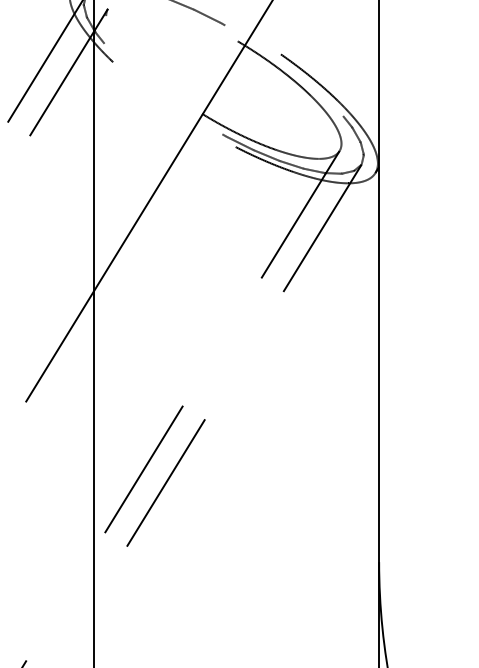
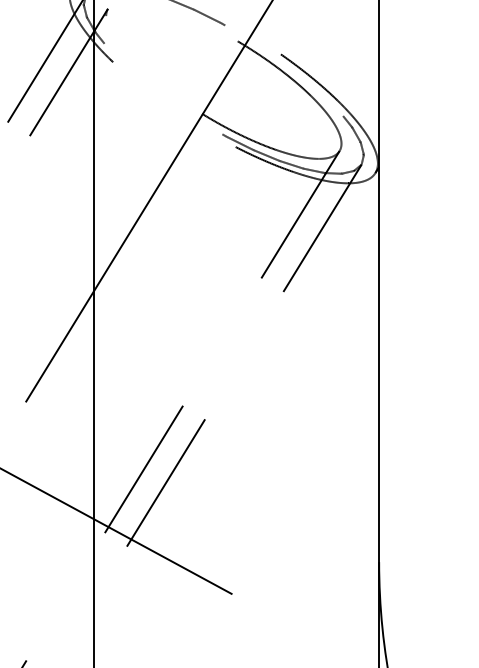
line at (117, 531): none -> present
